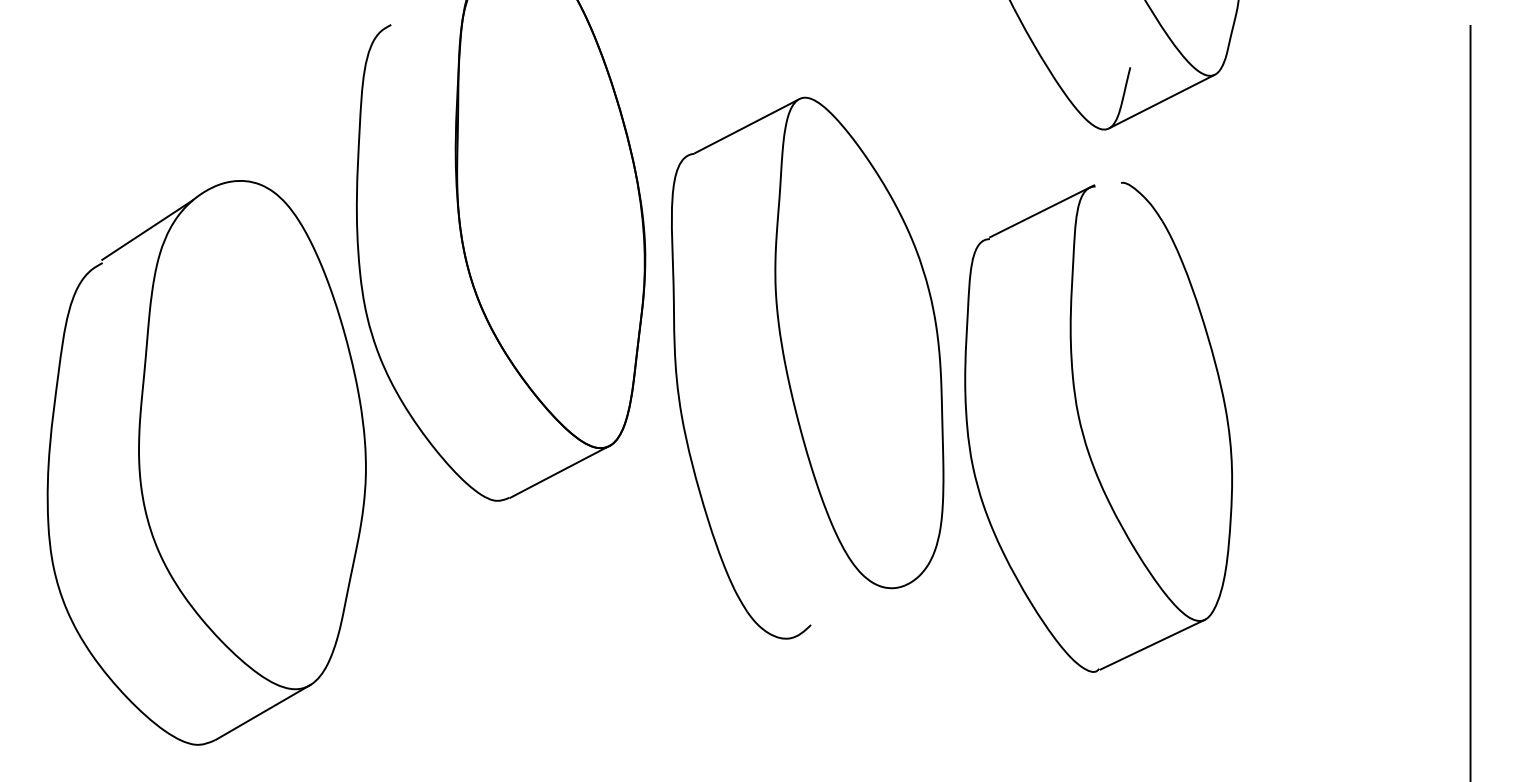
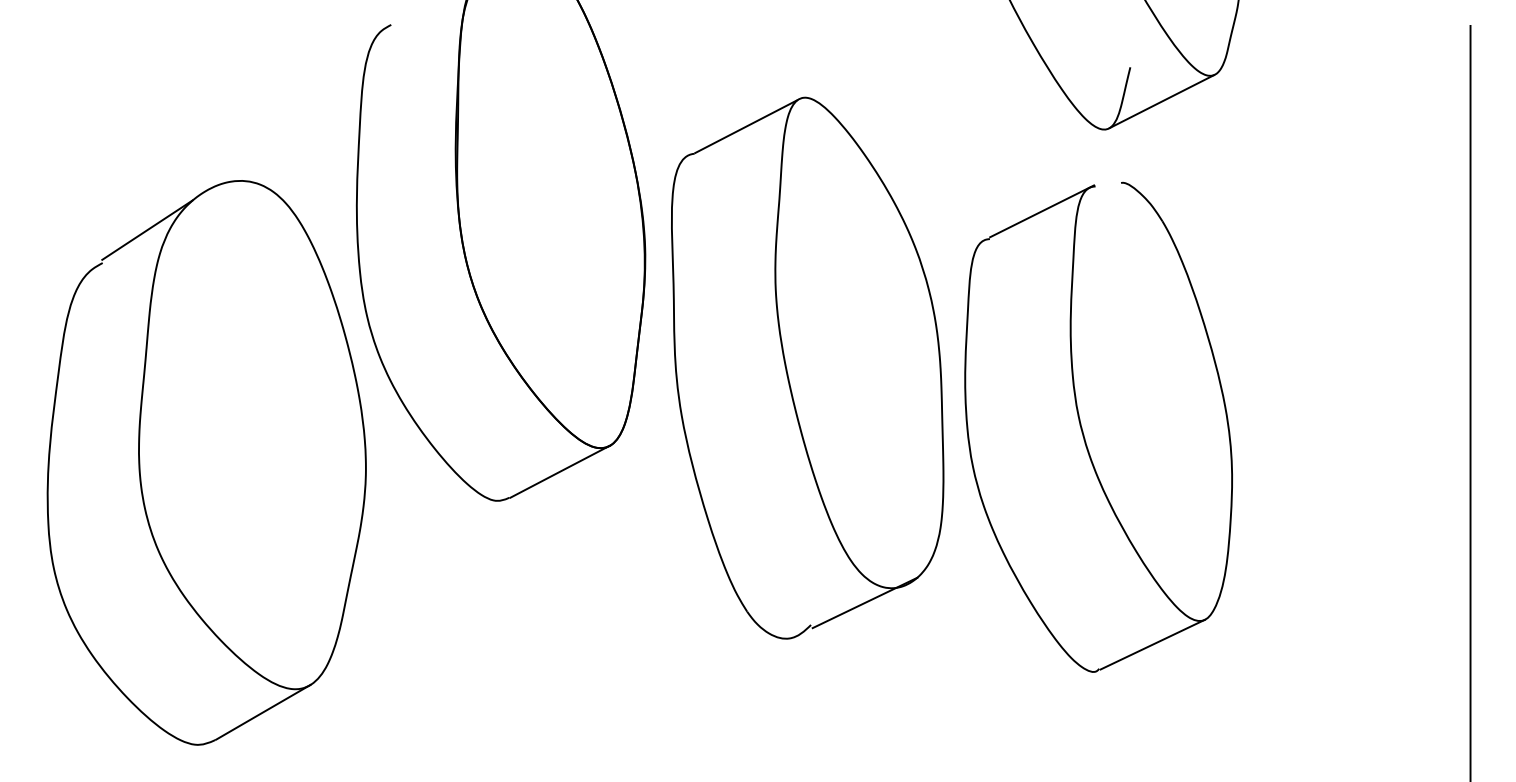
line at (864, 602): none -> present
